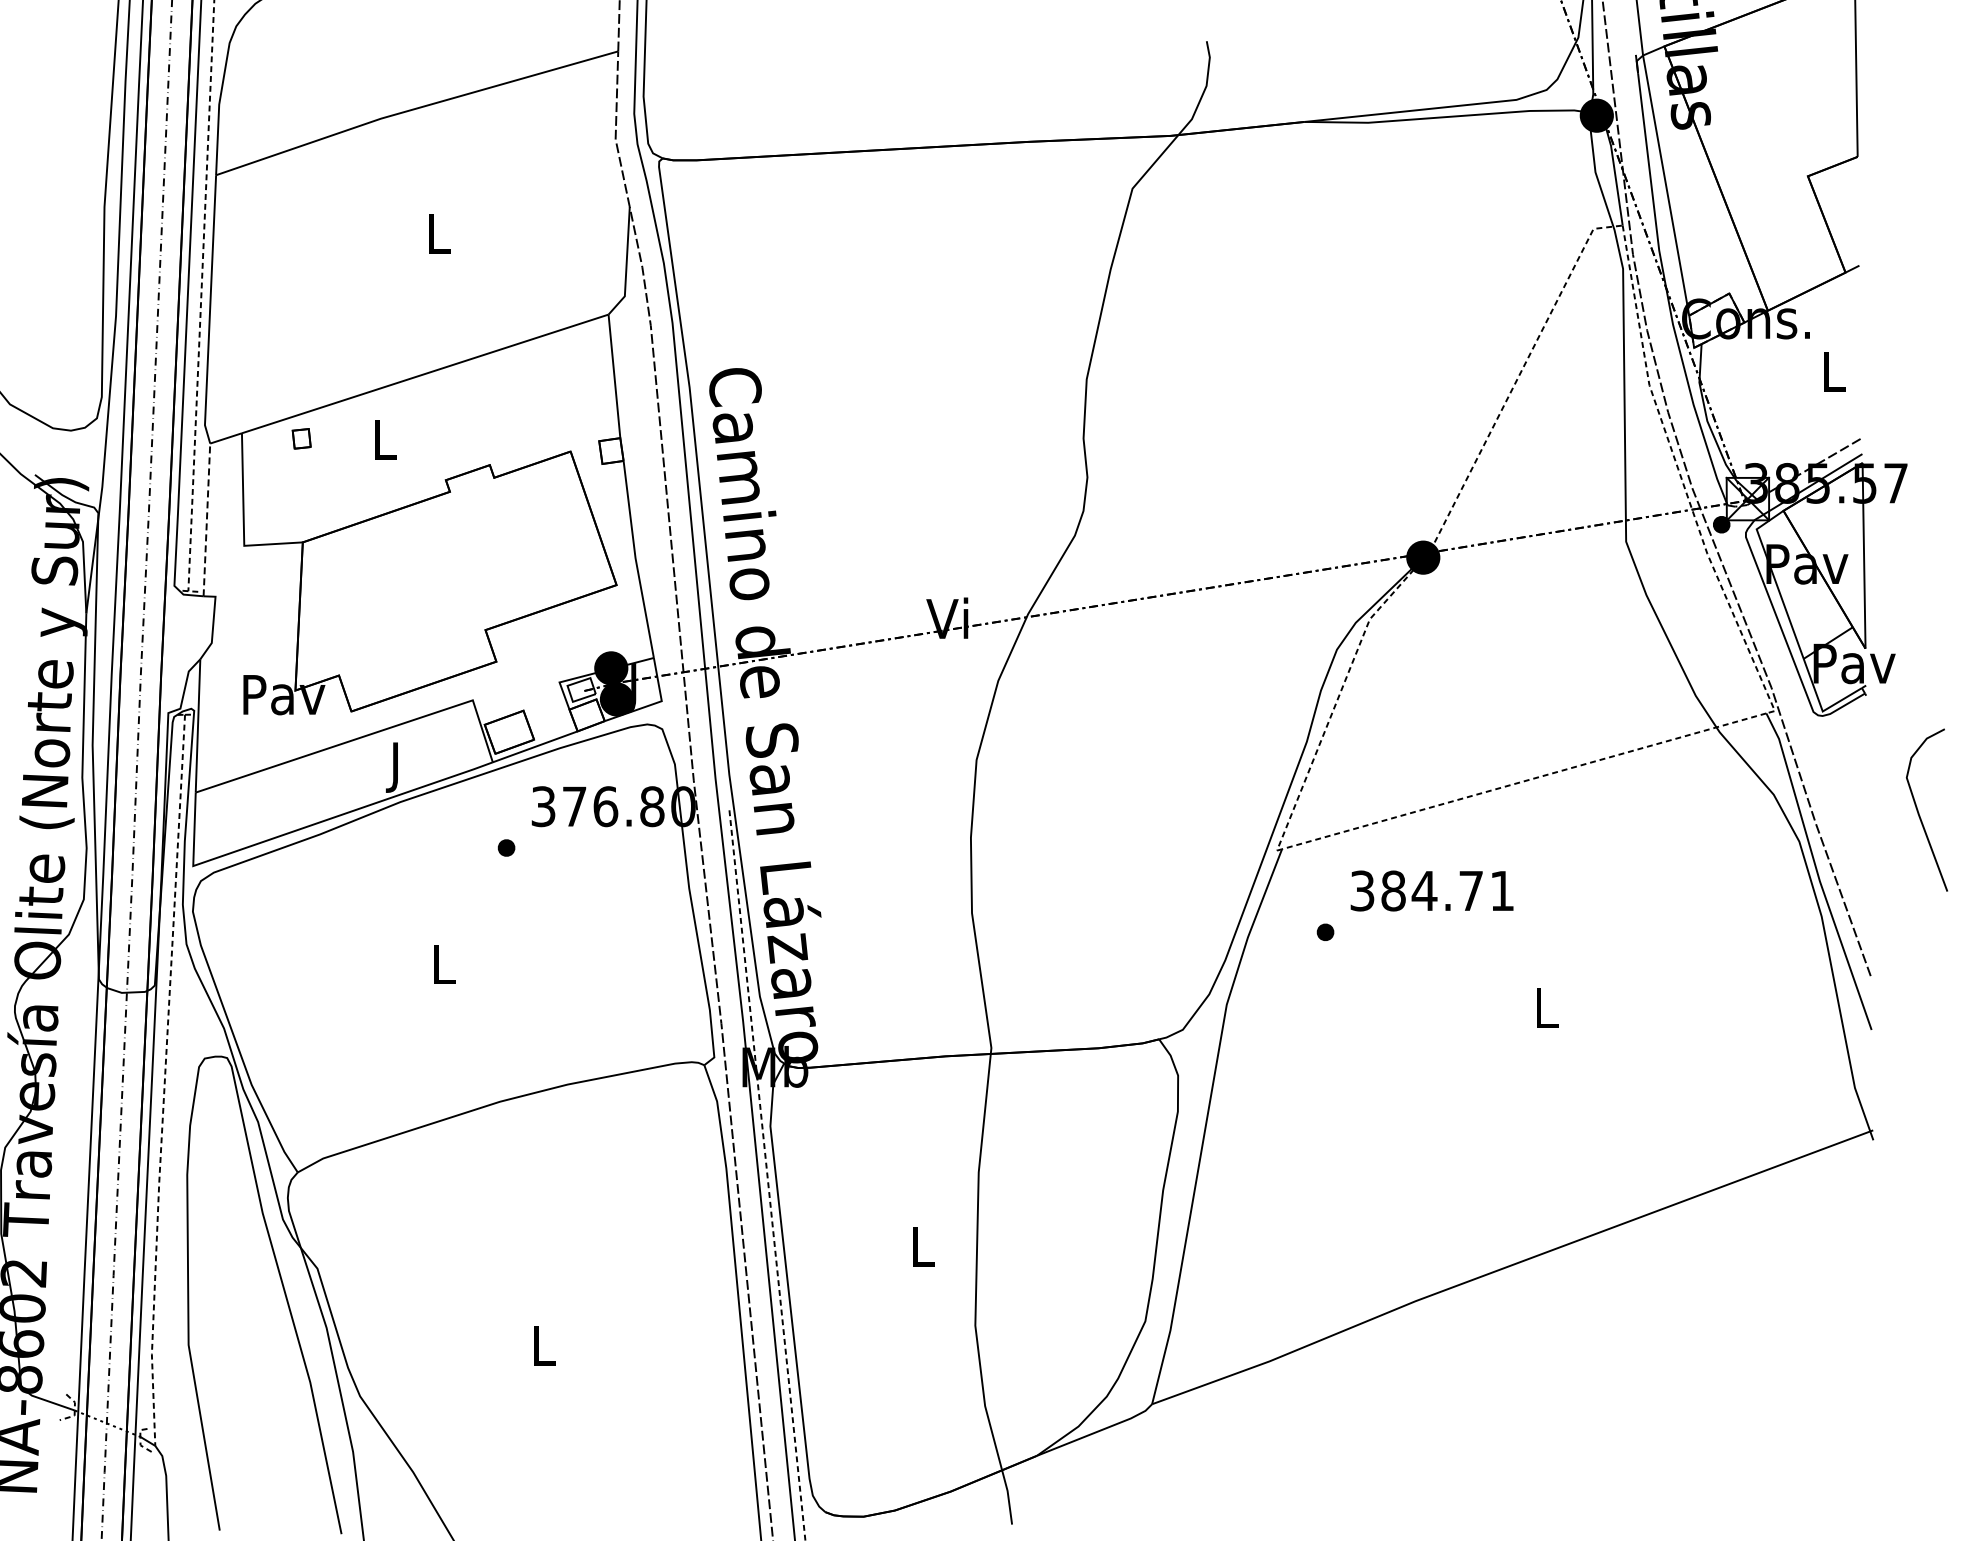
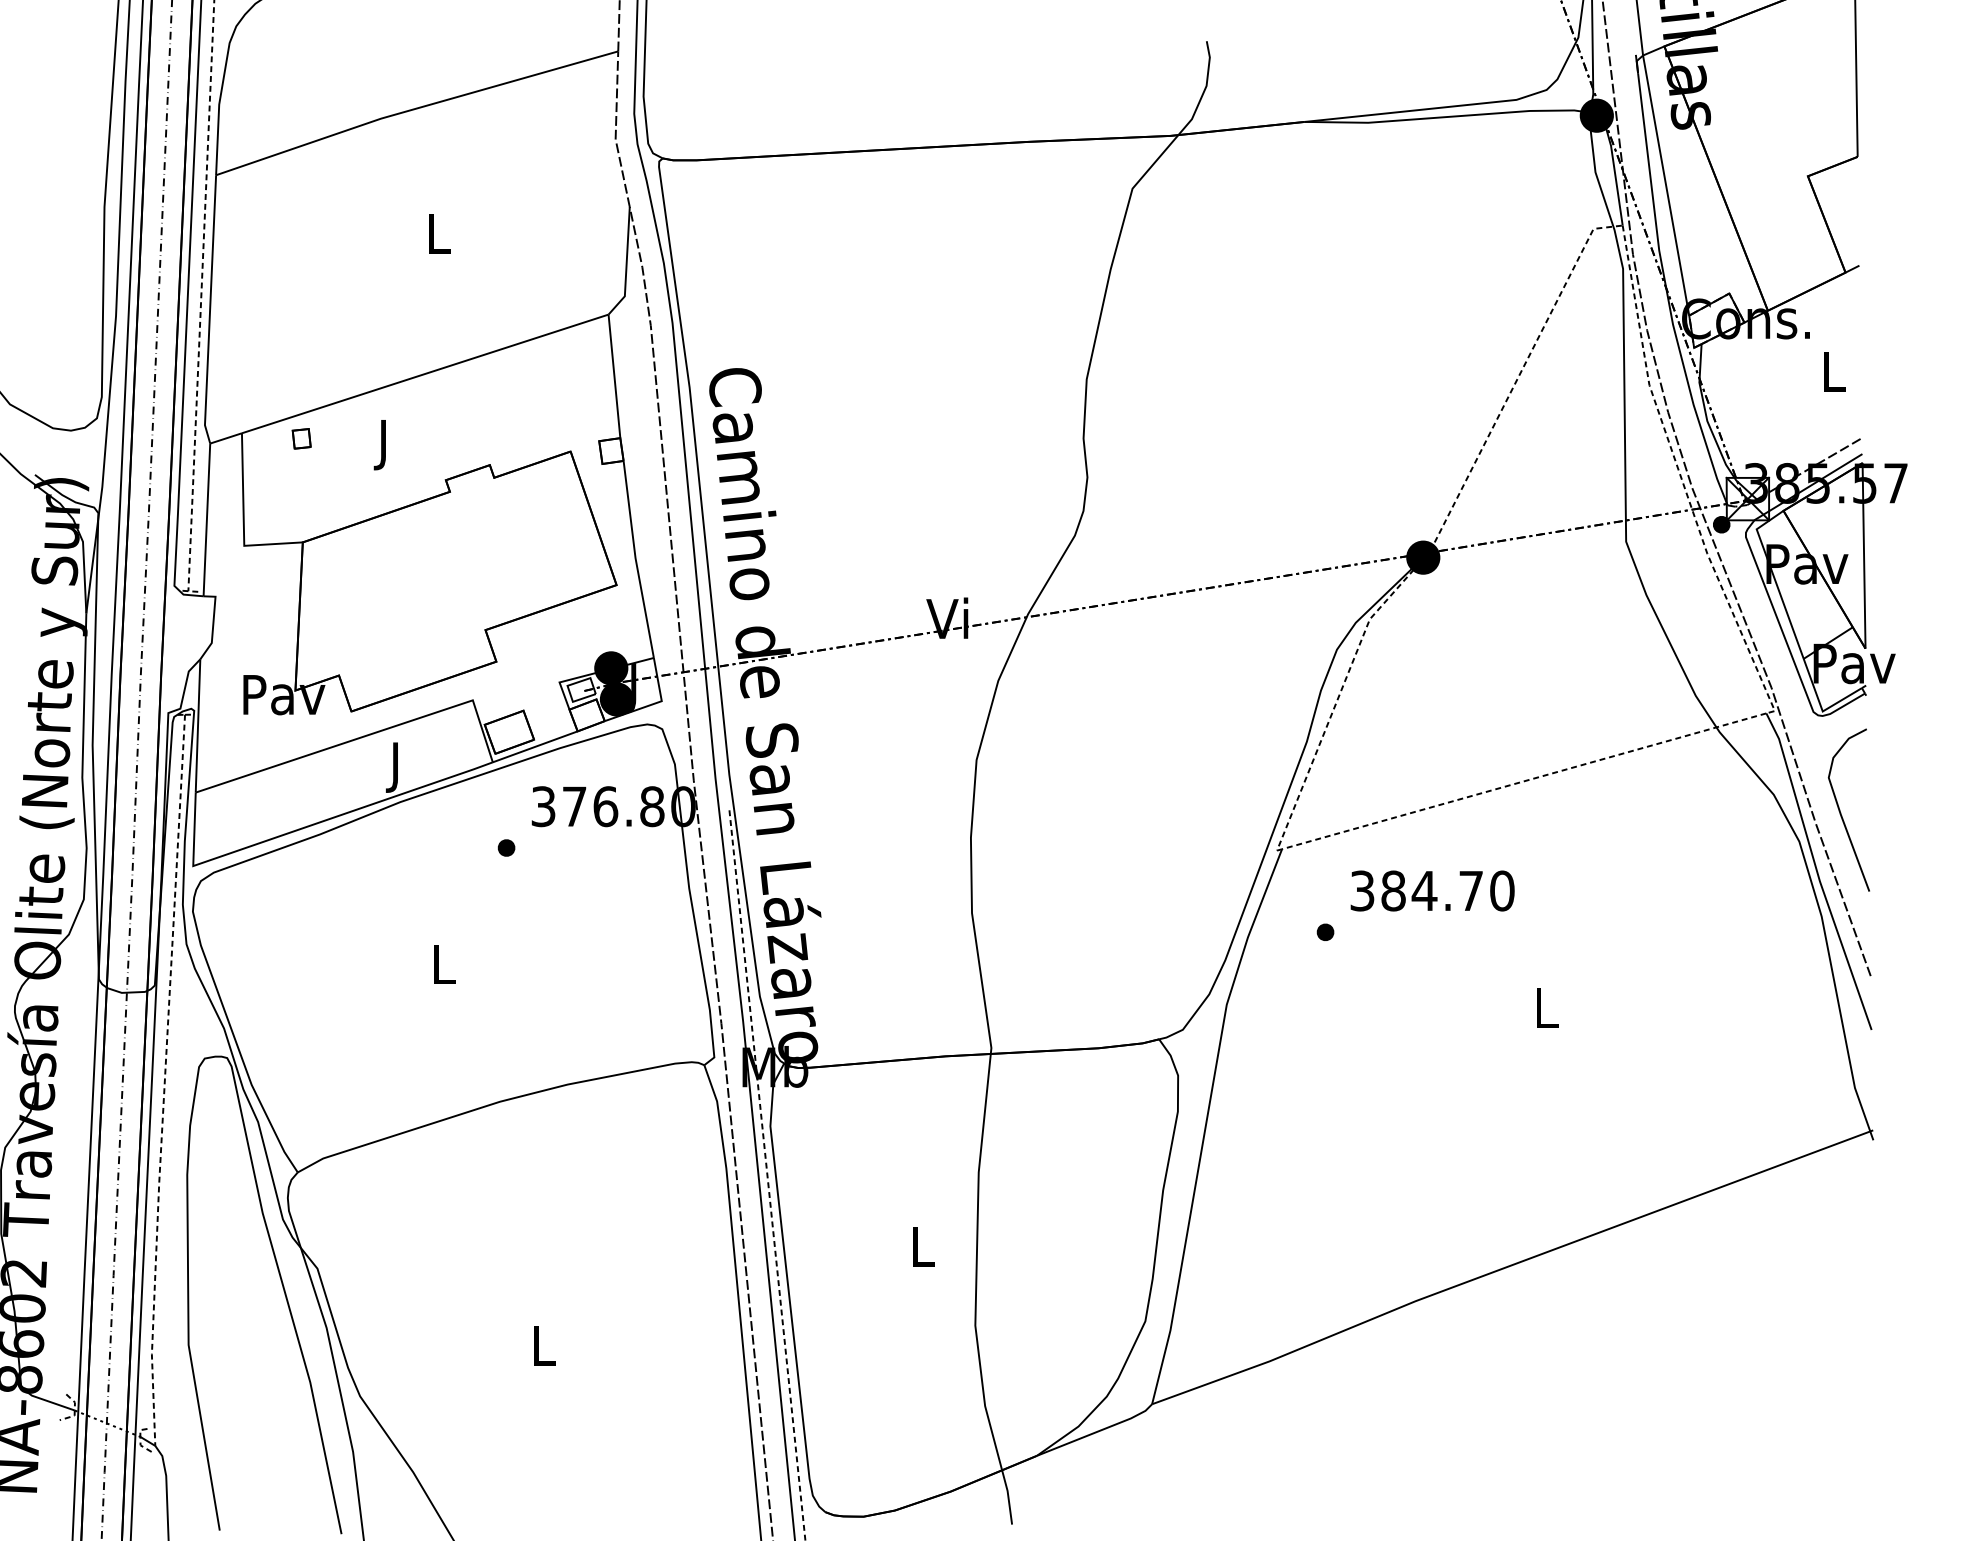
text at (384, 445): L -> J
line at (206, 519): dashed -> solid
curve at (1919, 812) position: (1919, 812) -> (1841, 812)
text at (1502, 890): 384.71 -> 384.70
